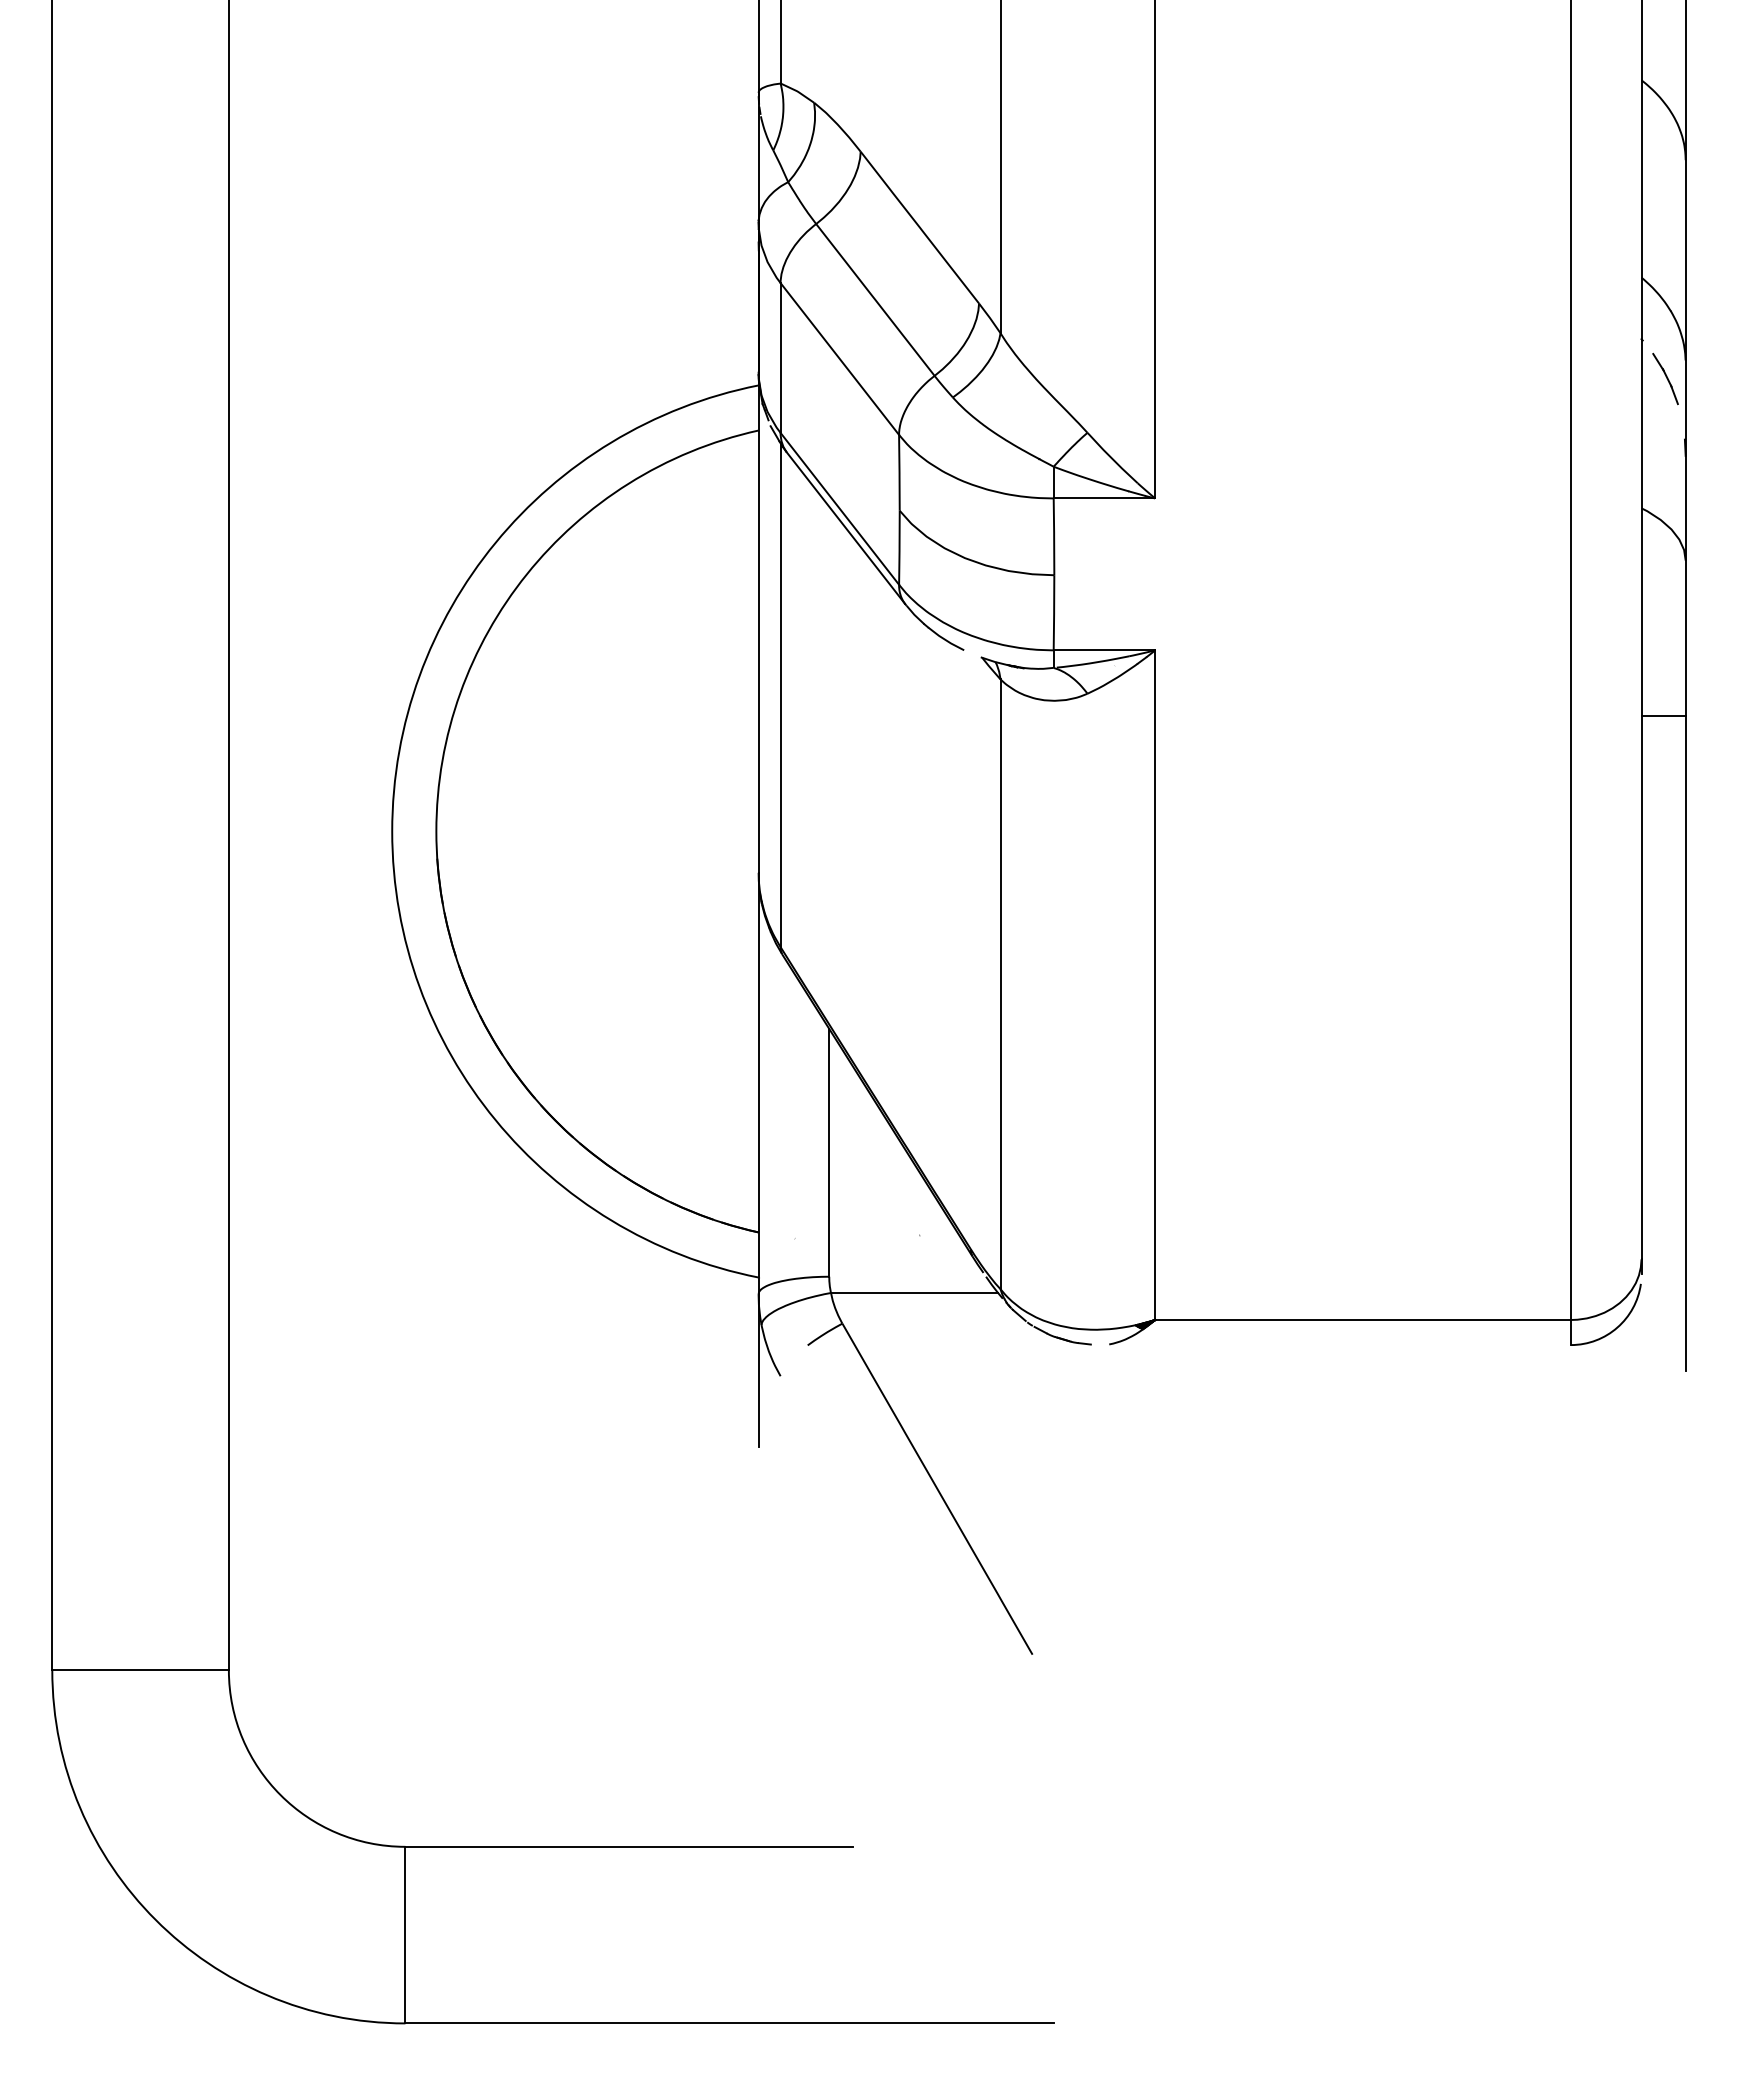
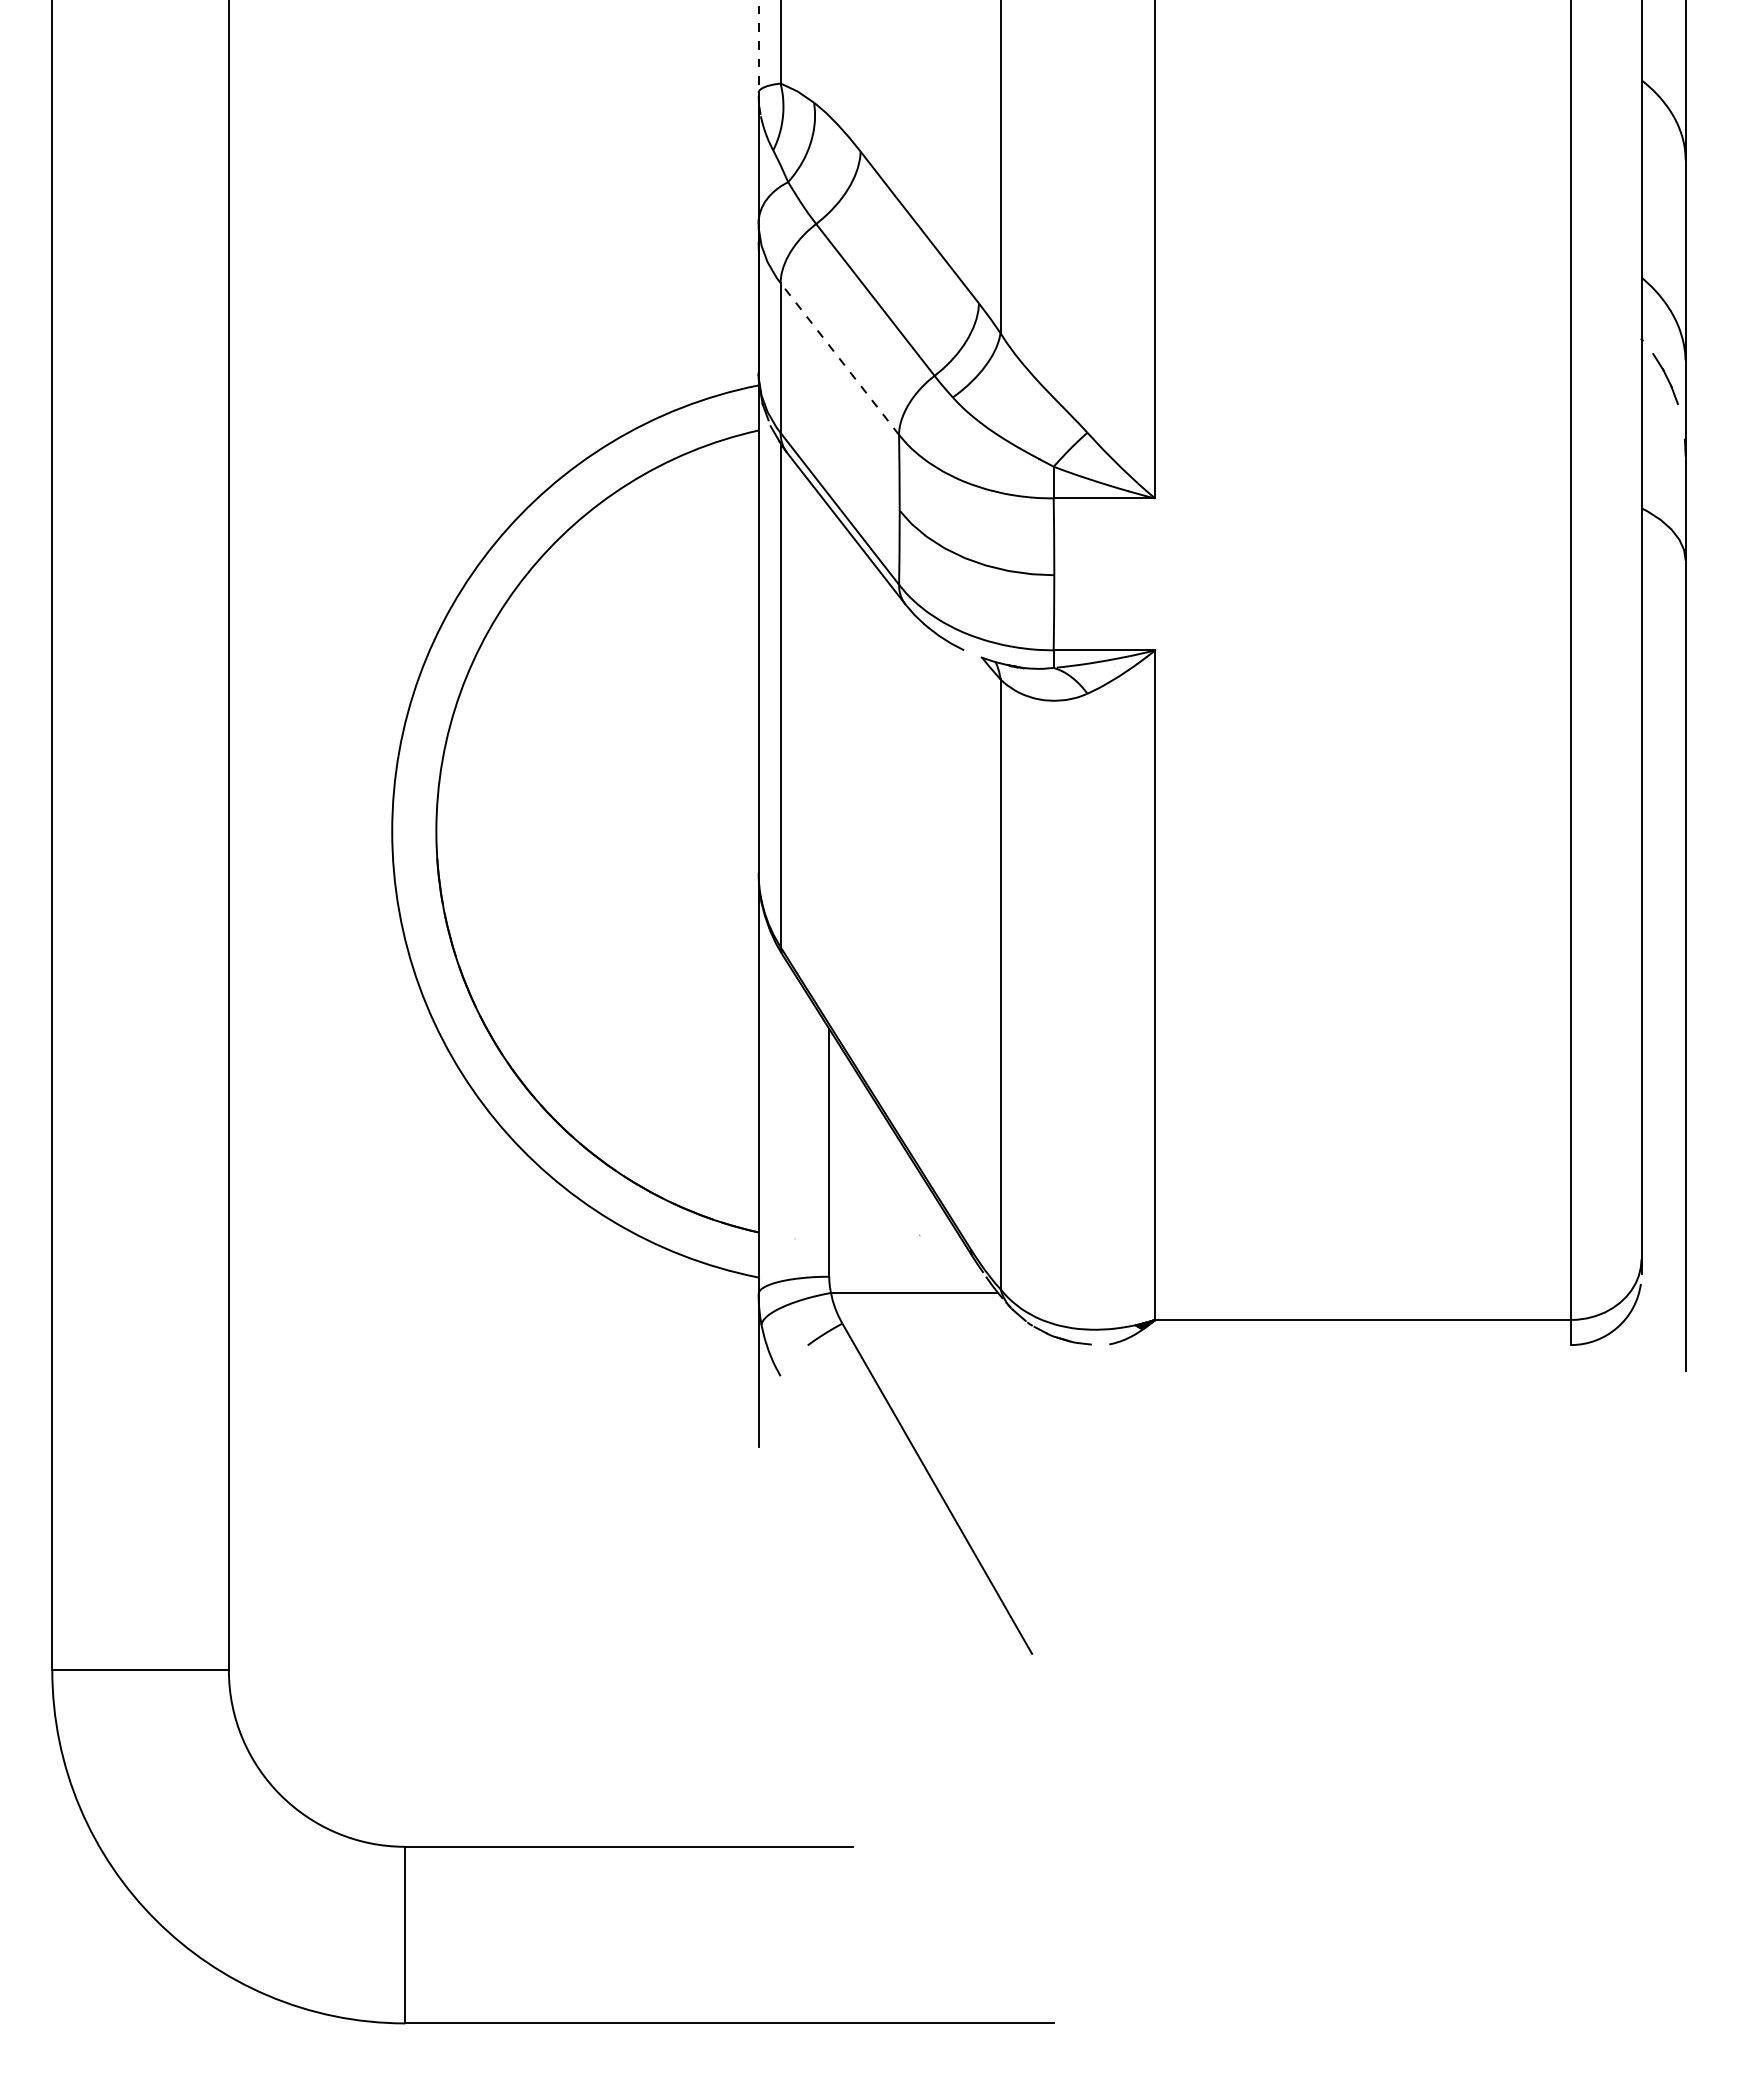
line at (758, 46): solid -> dashed
line at (839, 358): solid -> dashed
line at (1663, 716): present -> none
